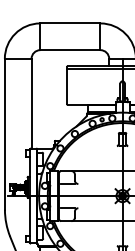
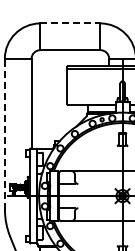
line at (70, 23): solid -> dashed
line at (4, 133): solid -> dashed
